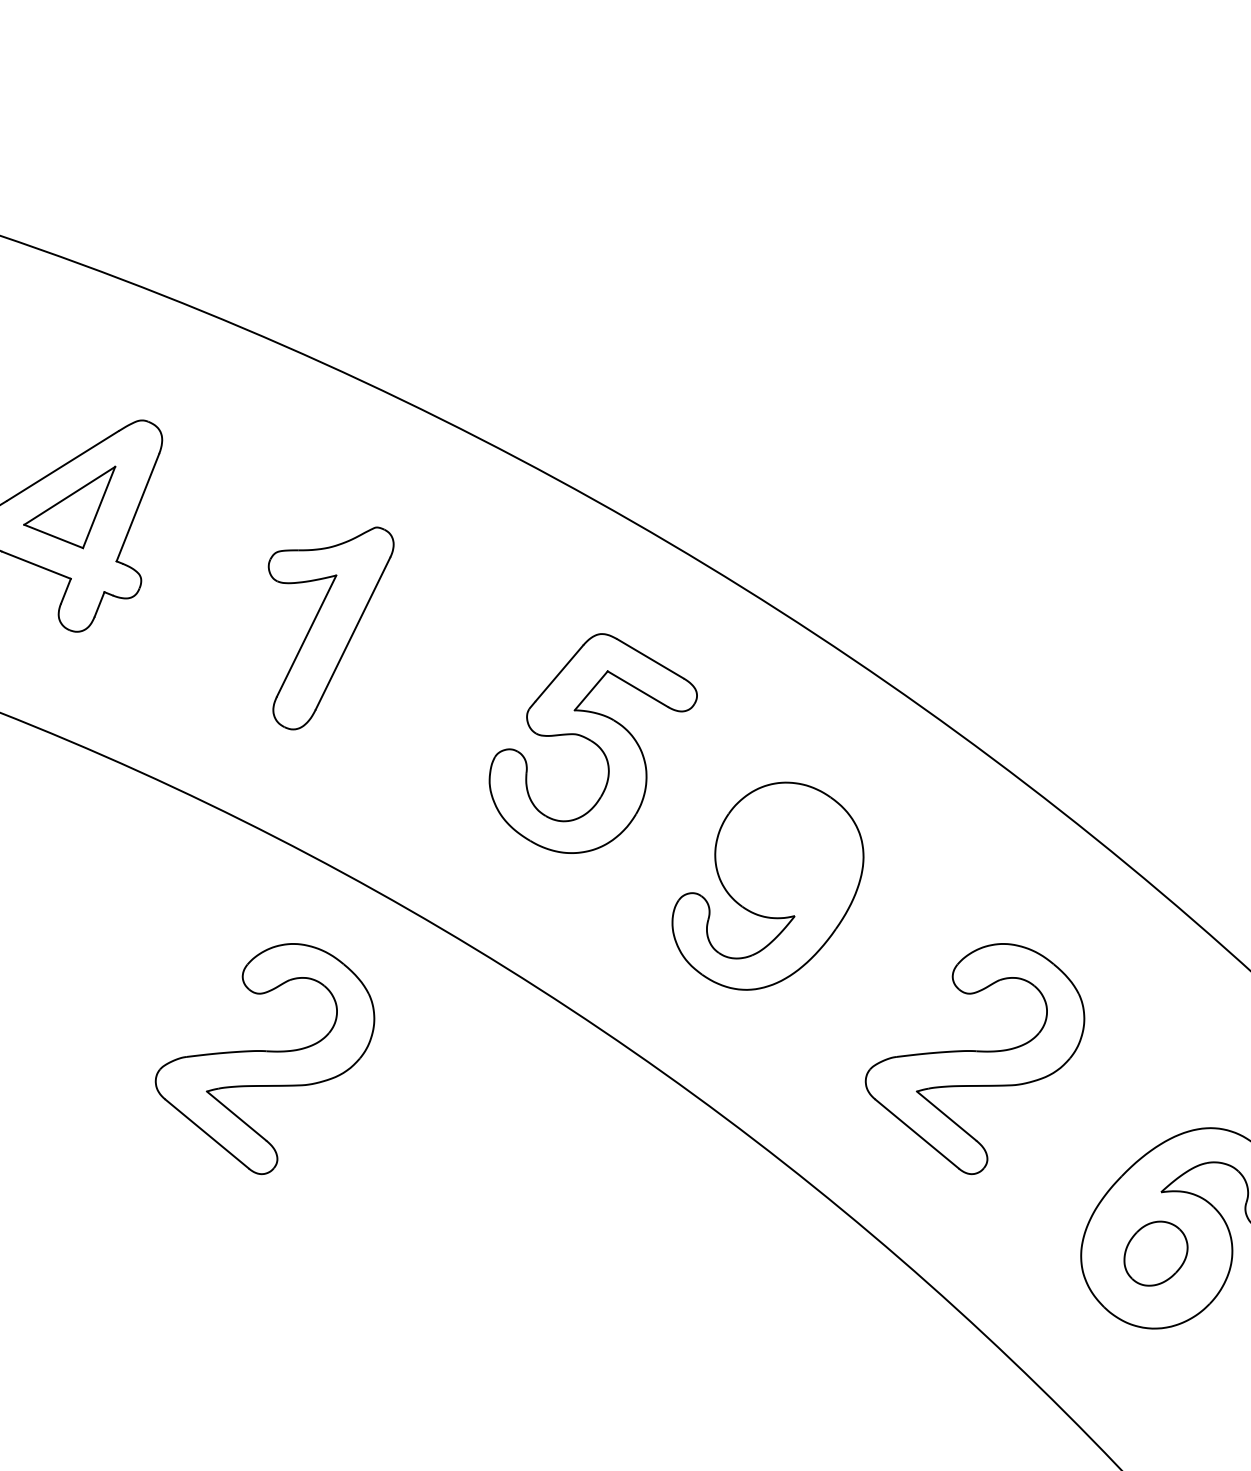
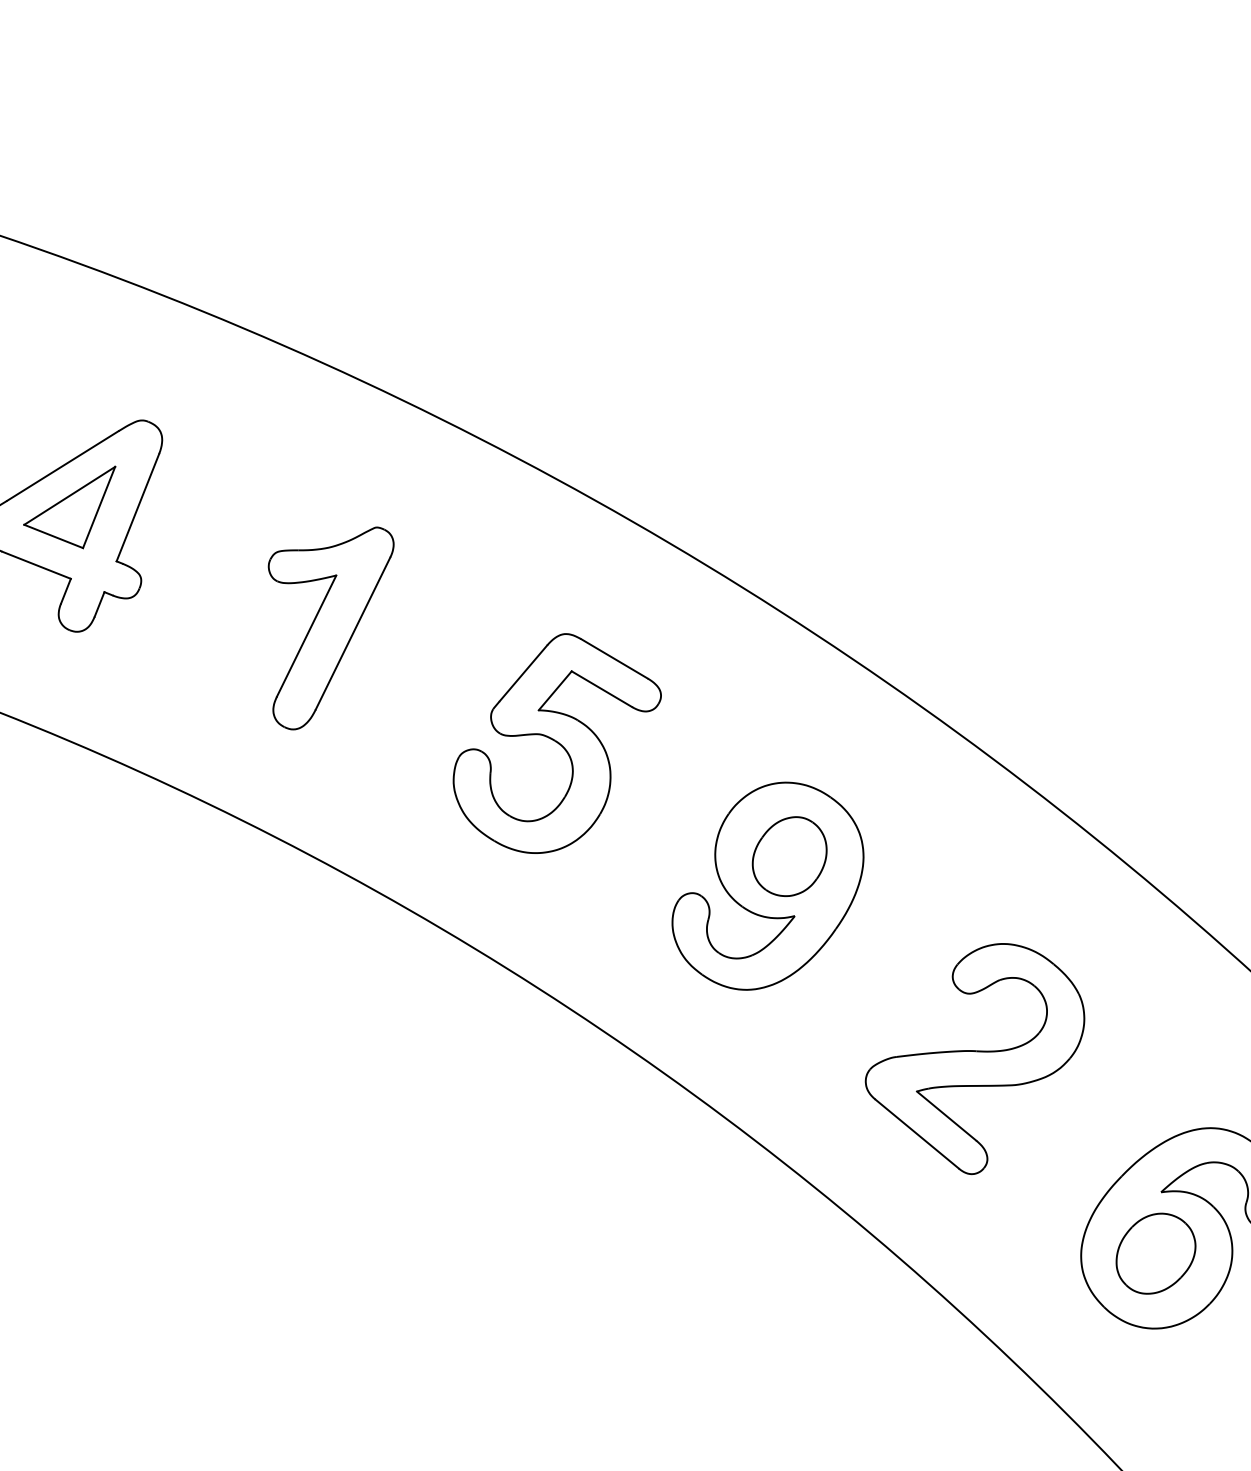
part at (592, 743) position: (592, 743) -> (556, 743)
part at (789, 856): none -> present
part at (264, 1059): present -> none
part at (1155, 1253) size: 66x67 px -> 82x83 px
